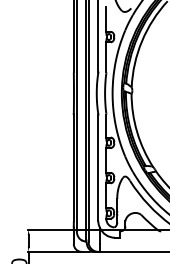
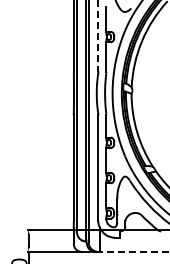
line at (98, 36): solid -> dashed
line at (134, 251): solid -> dashed
